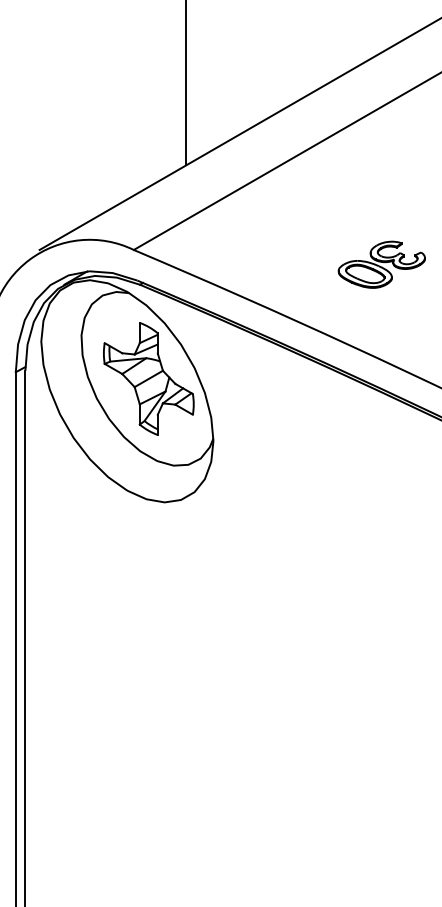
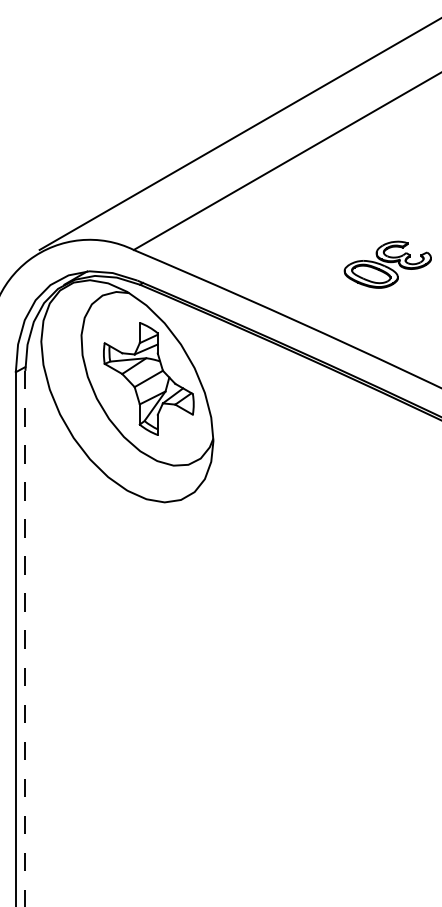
line at (186, 83): present -> none
part at (381, 264) position: (381, 264) -> (387, 264)
line at (25, 638): solid -> dashed
